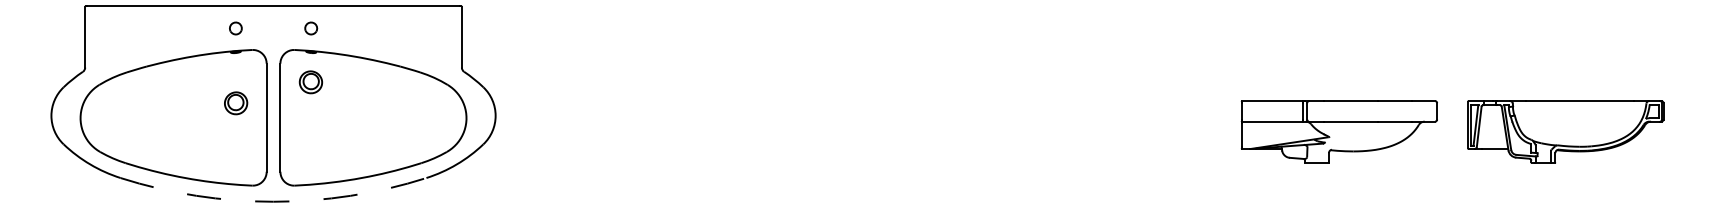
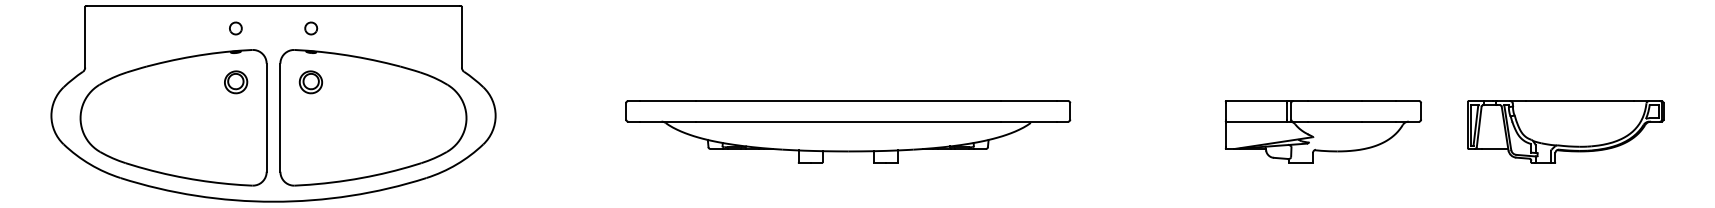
part at (236, 103) position: (236, 103) -> (236, 82)
part at (848, 131): none -> present
part at (1338, 131) position: (1338, 131) -> (1322, 131)
arc at (273, 201): dashed -> solid
